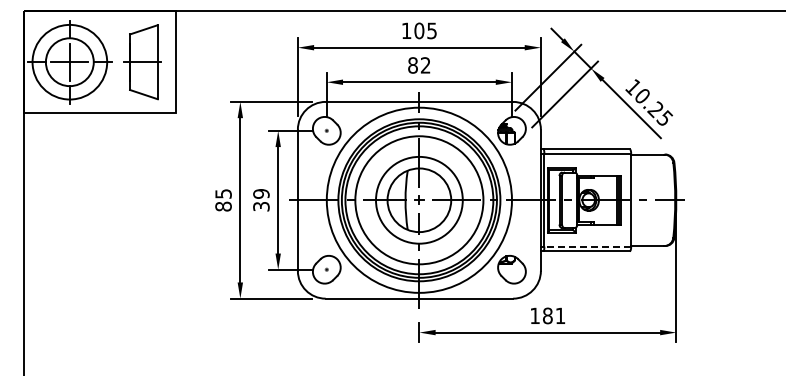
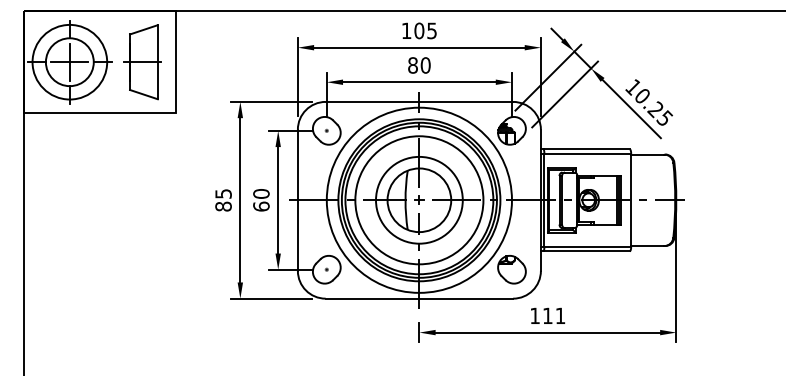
text at (425, 65): 82 -> 80
text at (261, 200): 39 -> 60
line at (587, 246): dashed -> solid
text at (547, 315): 181 -> 111
